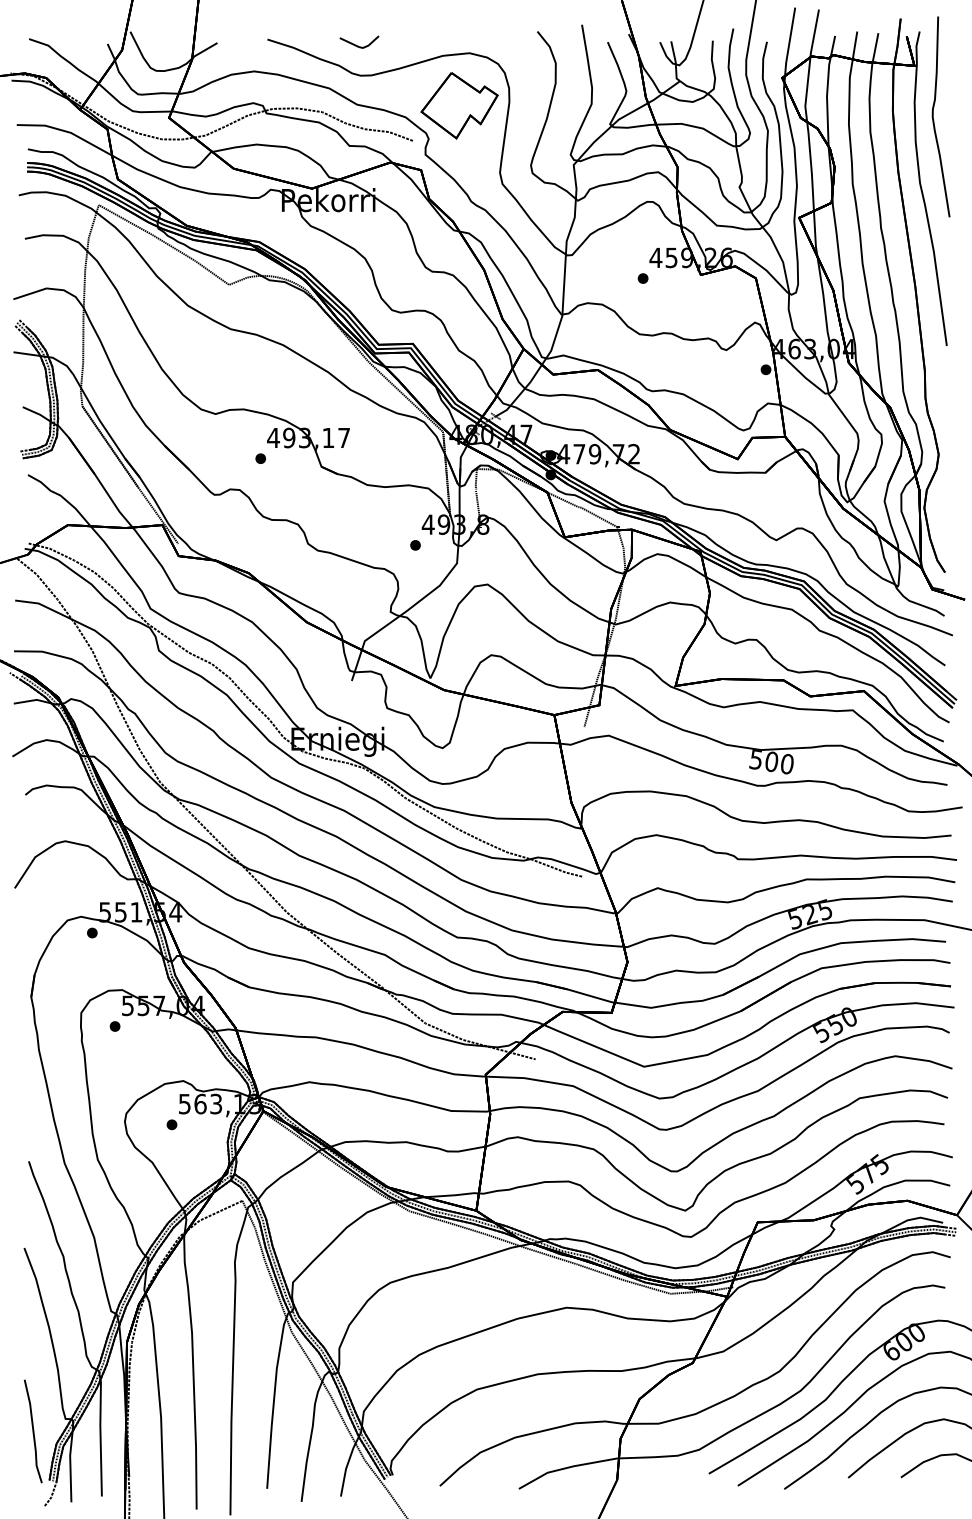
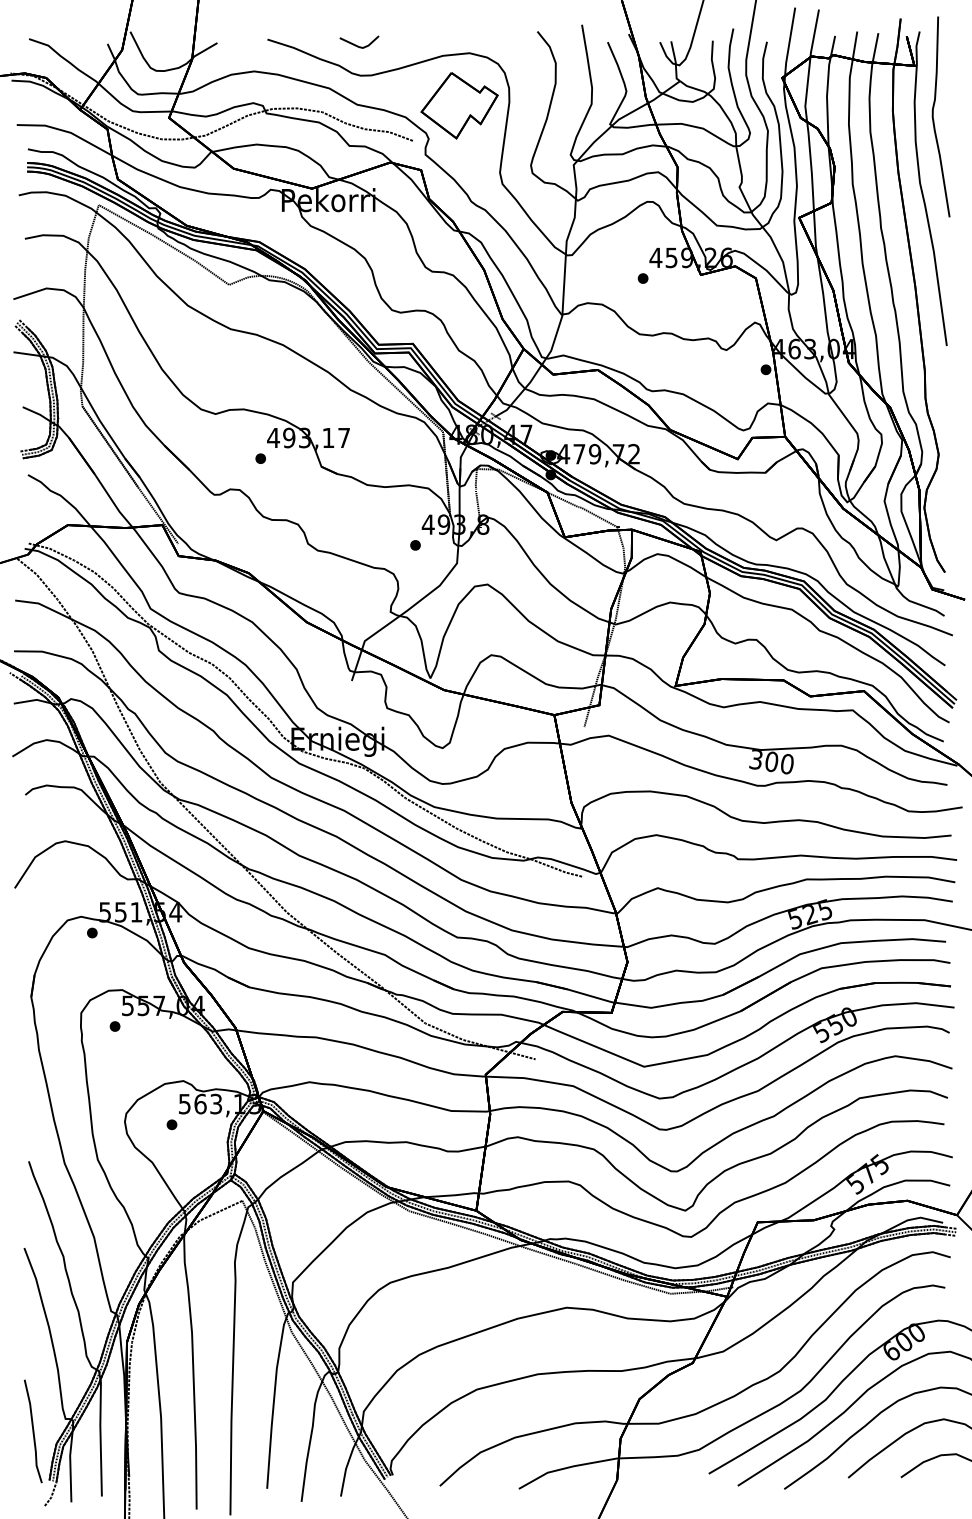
text at (755, 759): 500 -> 300
